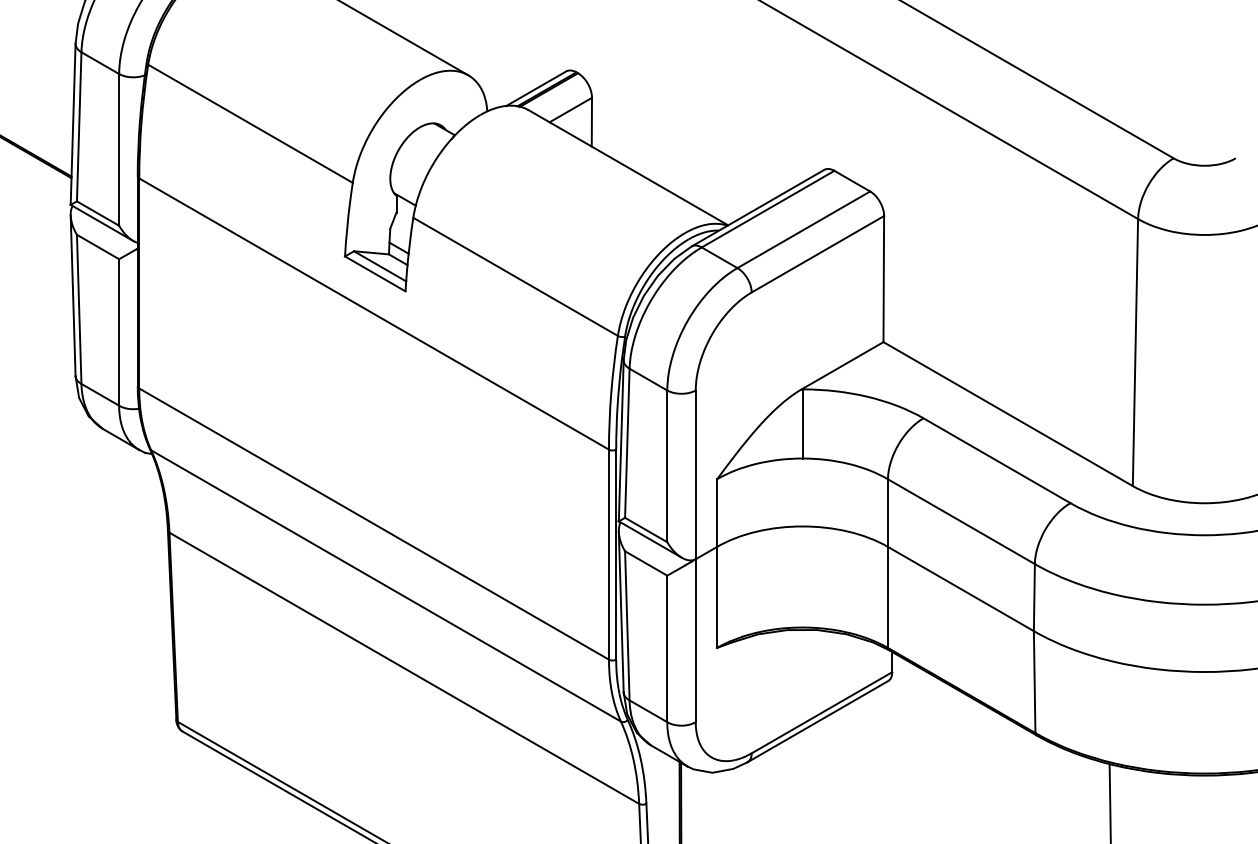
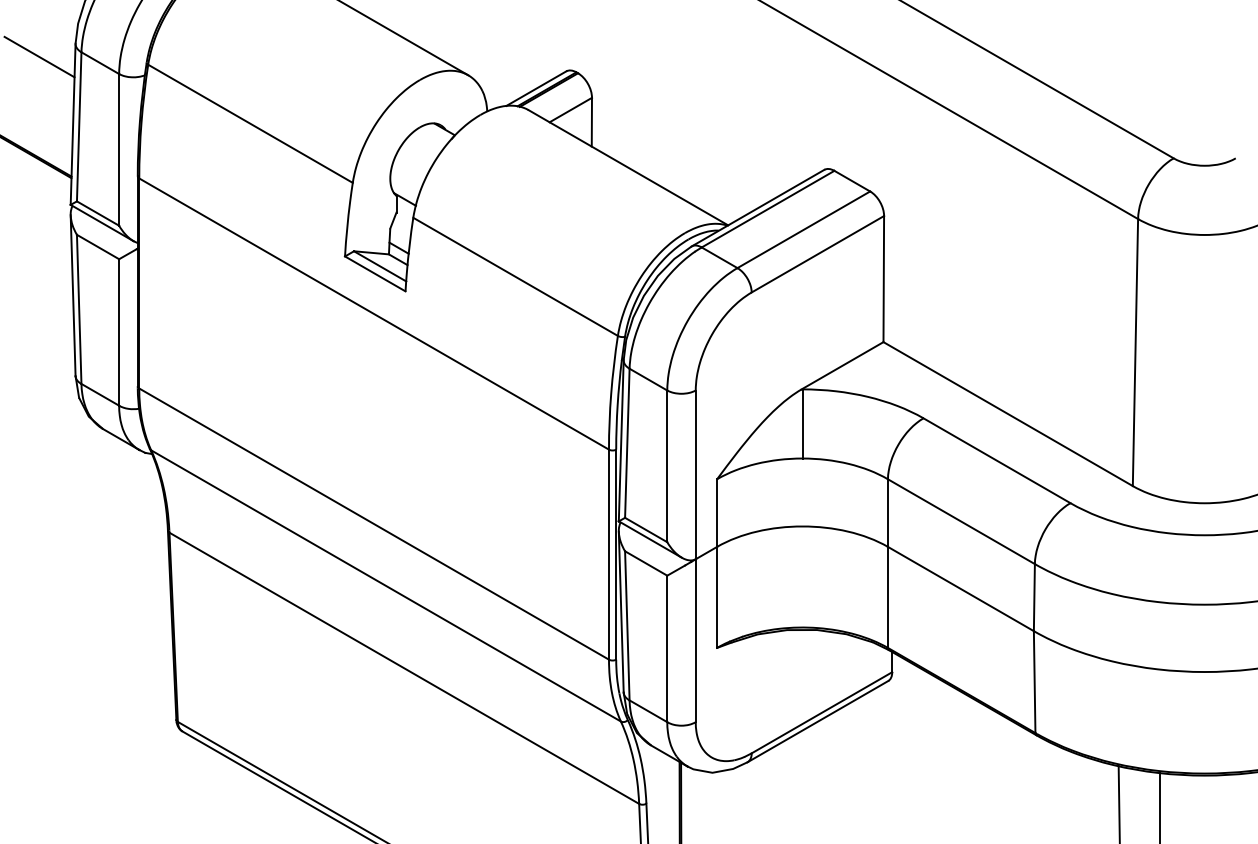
line at (39, 56): none -> present
line at (1109, 802) position: (1109, 802) -> (1118, 802)
line at (1159, 806): none -> present
